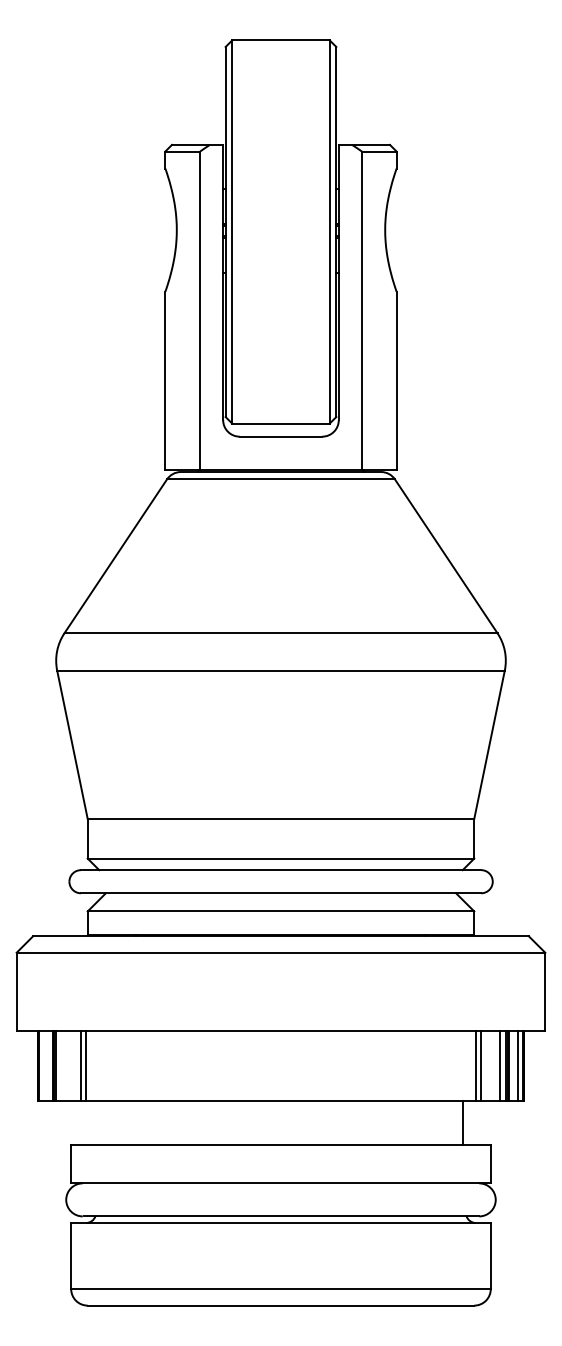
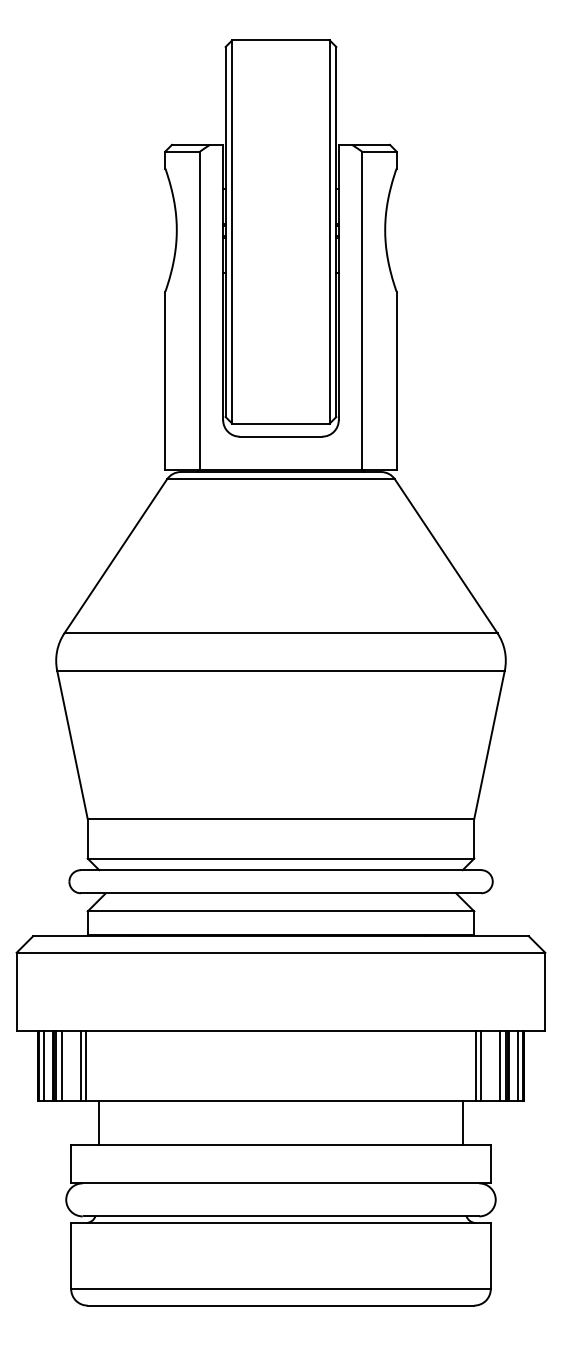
line at (43, 1066): none -> present
line at (62, 1066): none -> present
line at (99, 1123): none -> present
